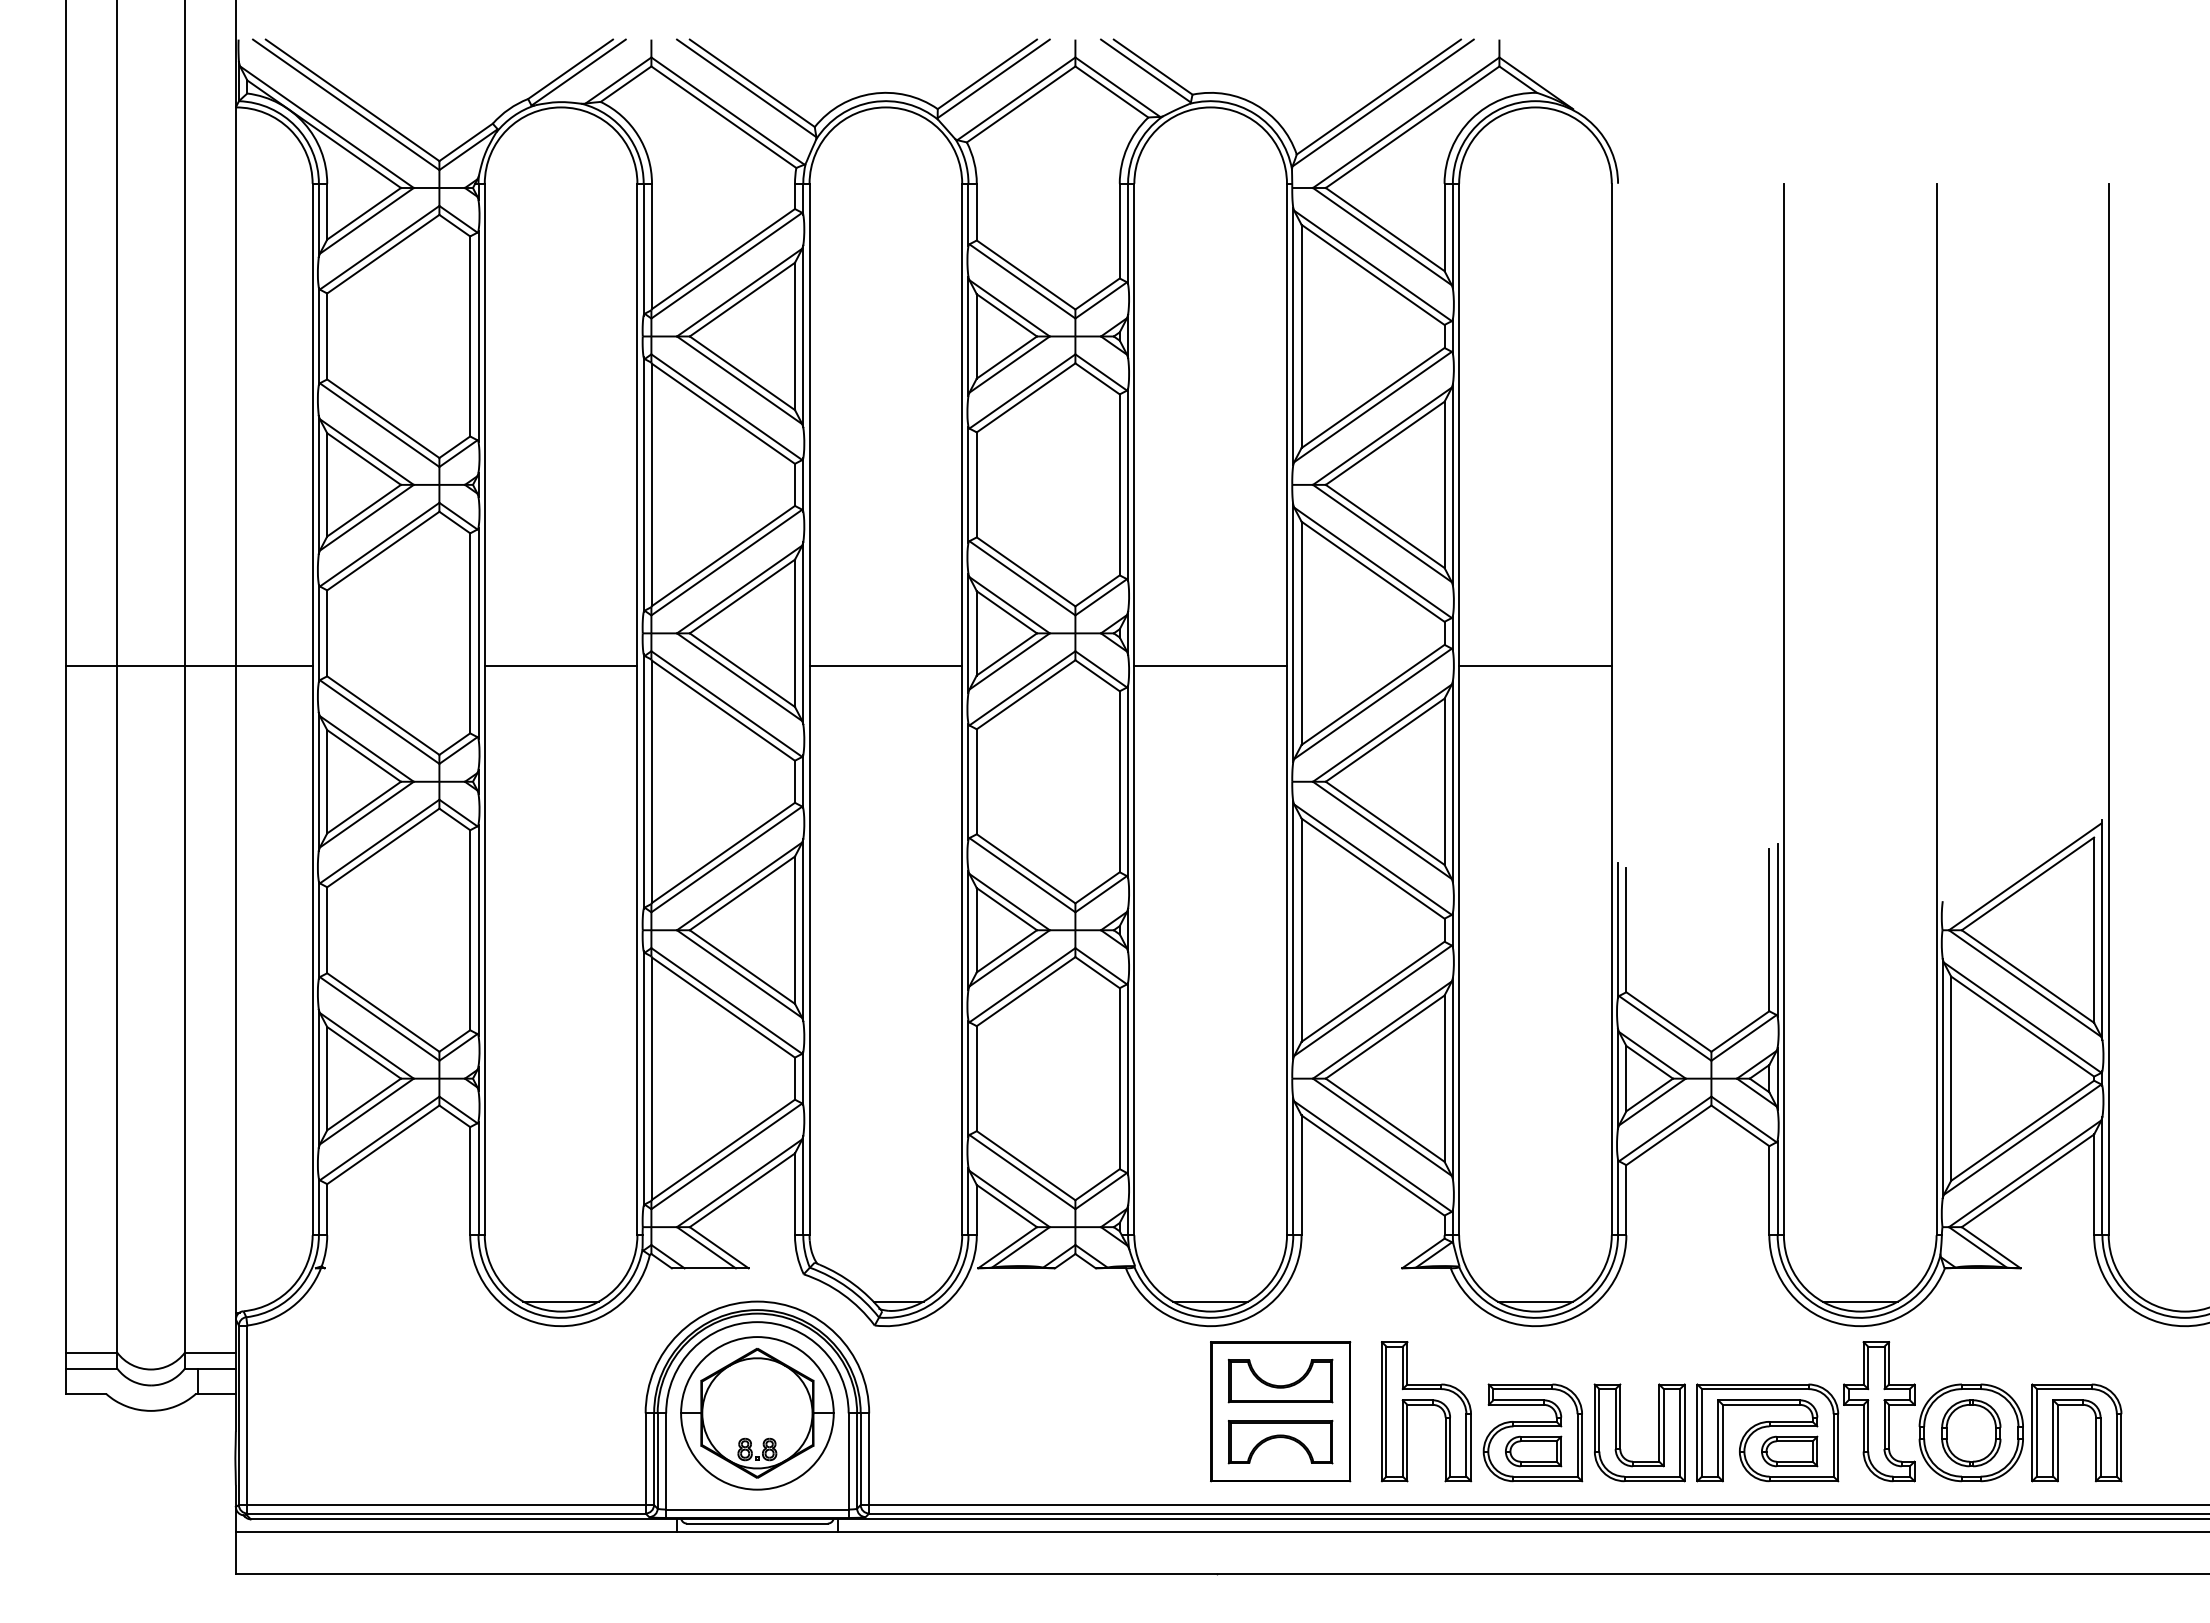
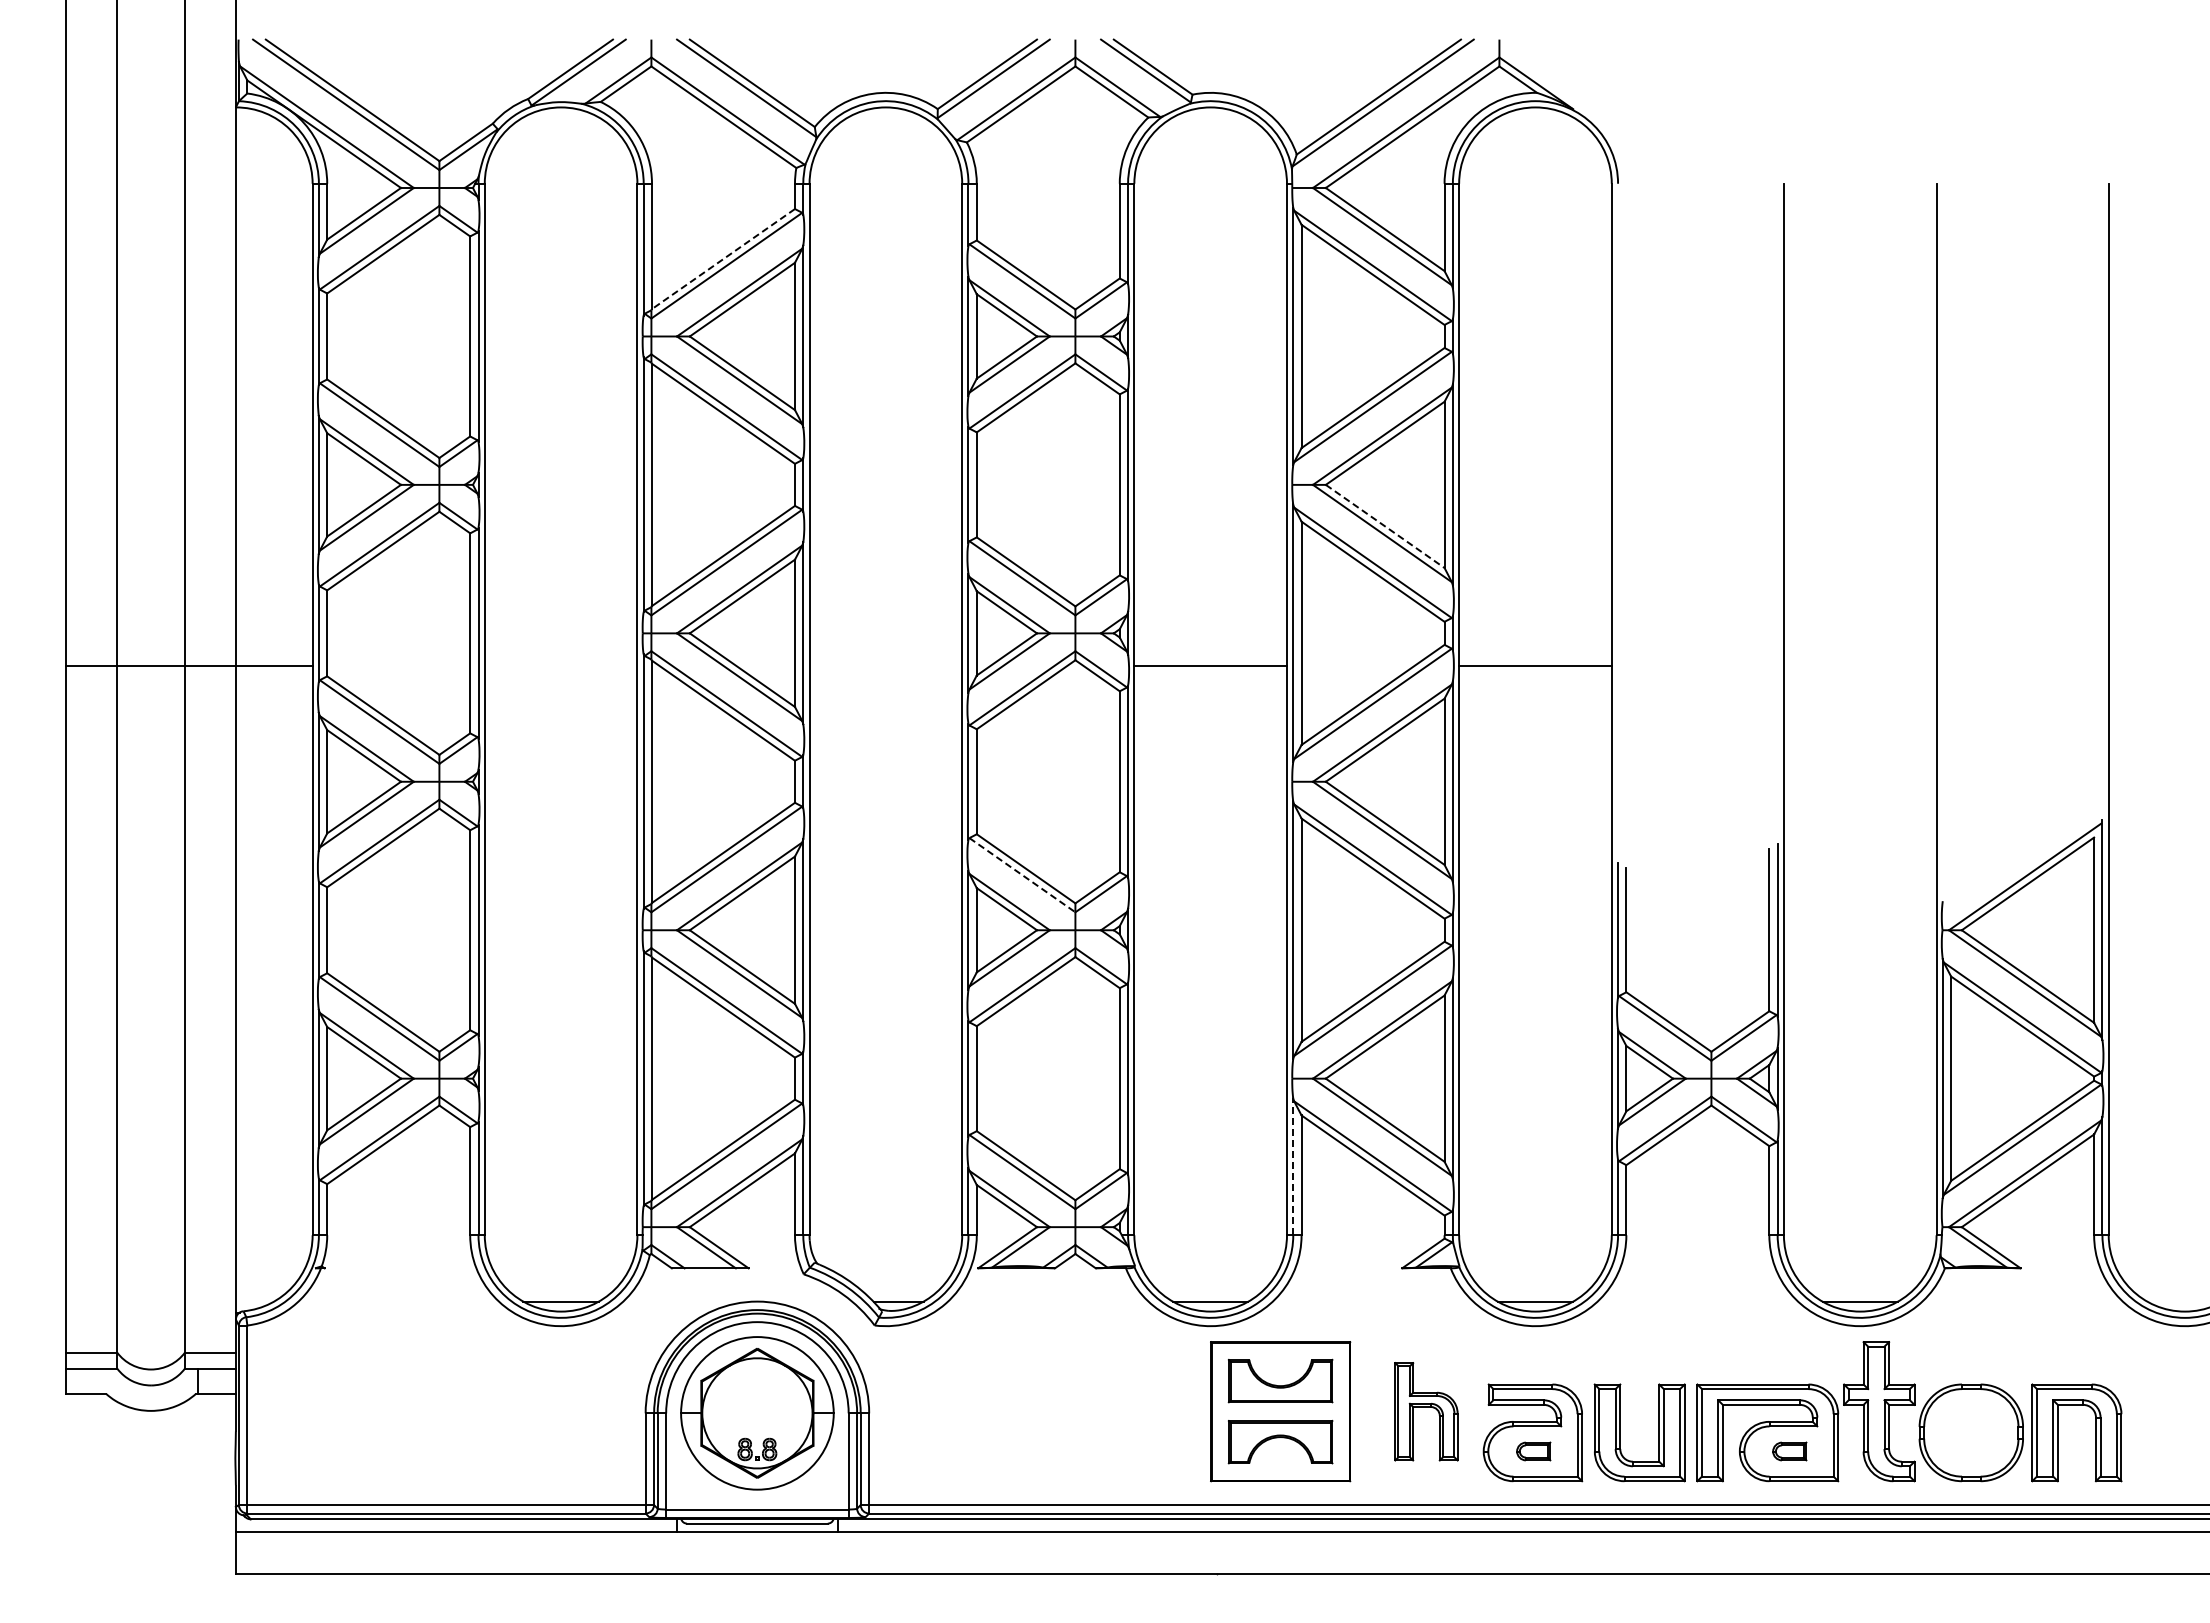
line at (723, 259): solid -> dashed
line at (1385, 526): solid -> dashed
line at (560, 665): present -> none
line at (885, 665): present -> none
line at (1022, 875): solid -> dashed
line at (1293, 1166): solid -> dashed
part at (1426, 1411) size: 93x142 px -> 65x100 px
part at (1971, 1433): present -> none
part at (1533, 1451) size: 58x33 px -> 36x21 px
part at (1789, 1451) size: 58x33 px -> 36x21 px
